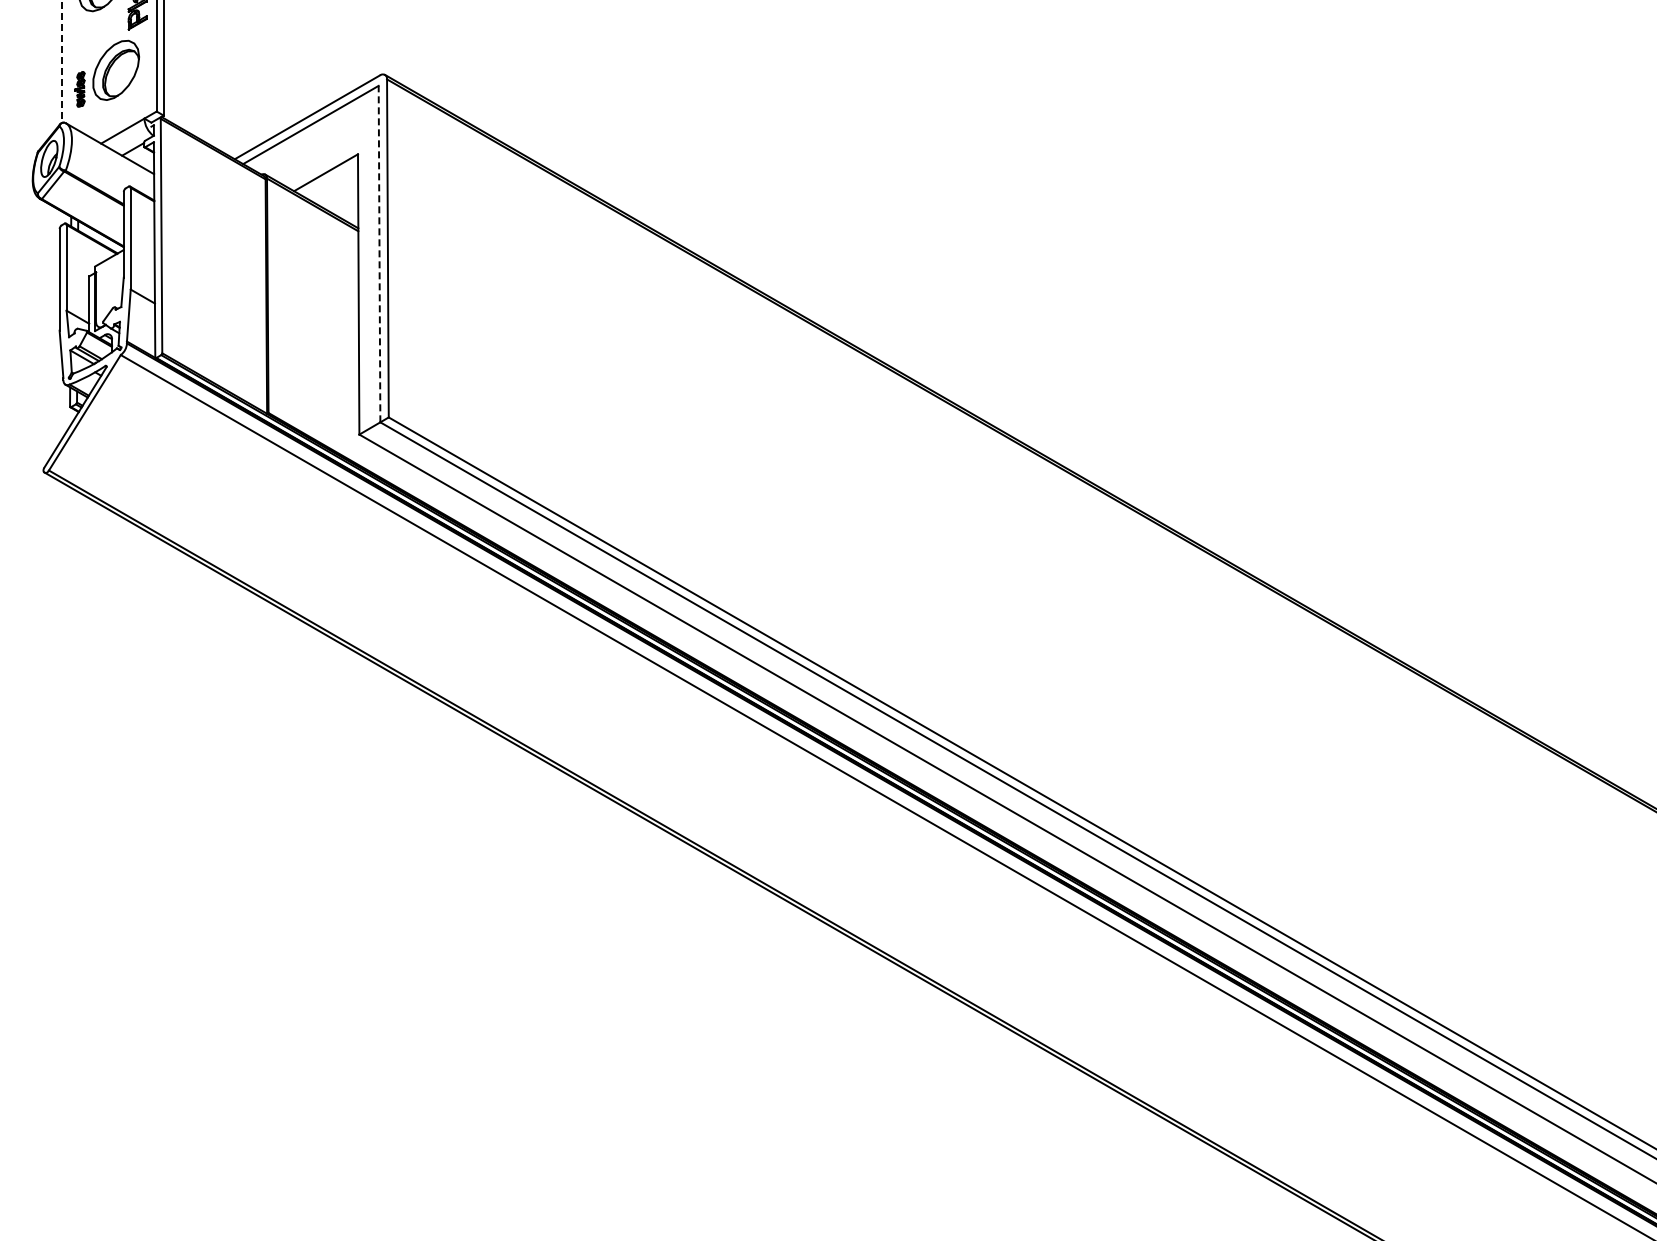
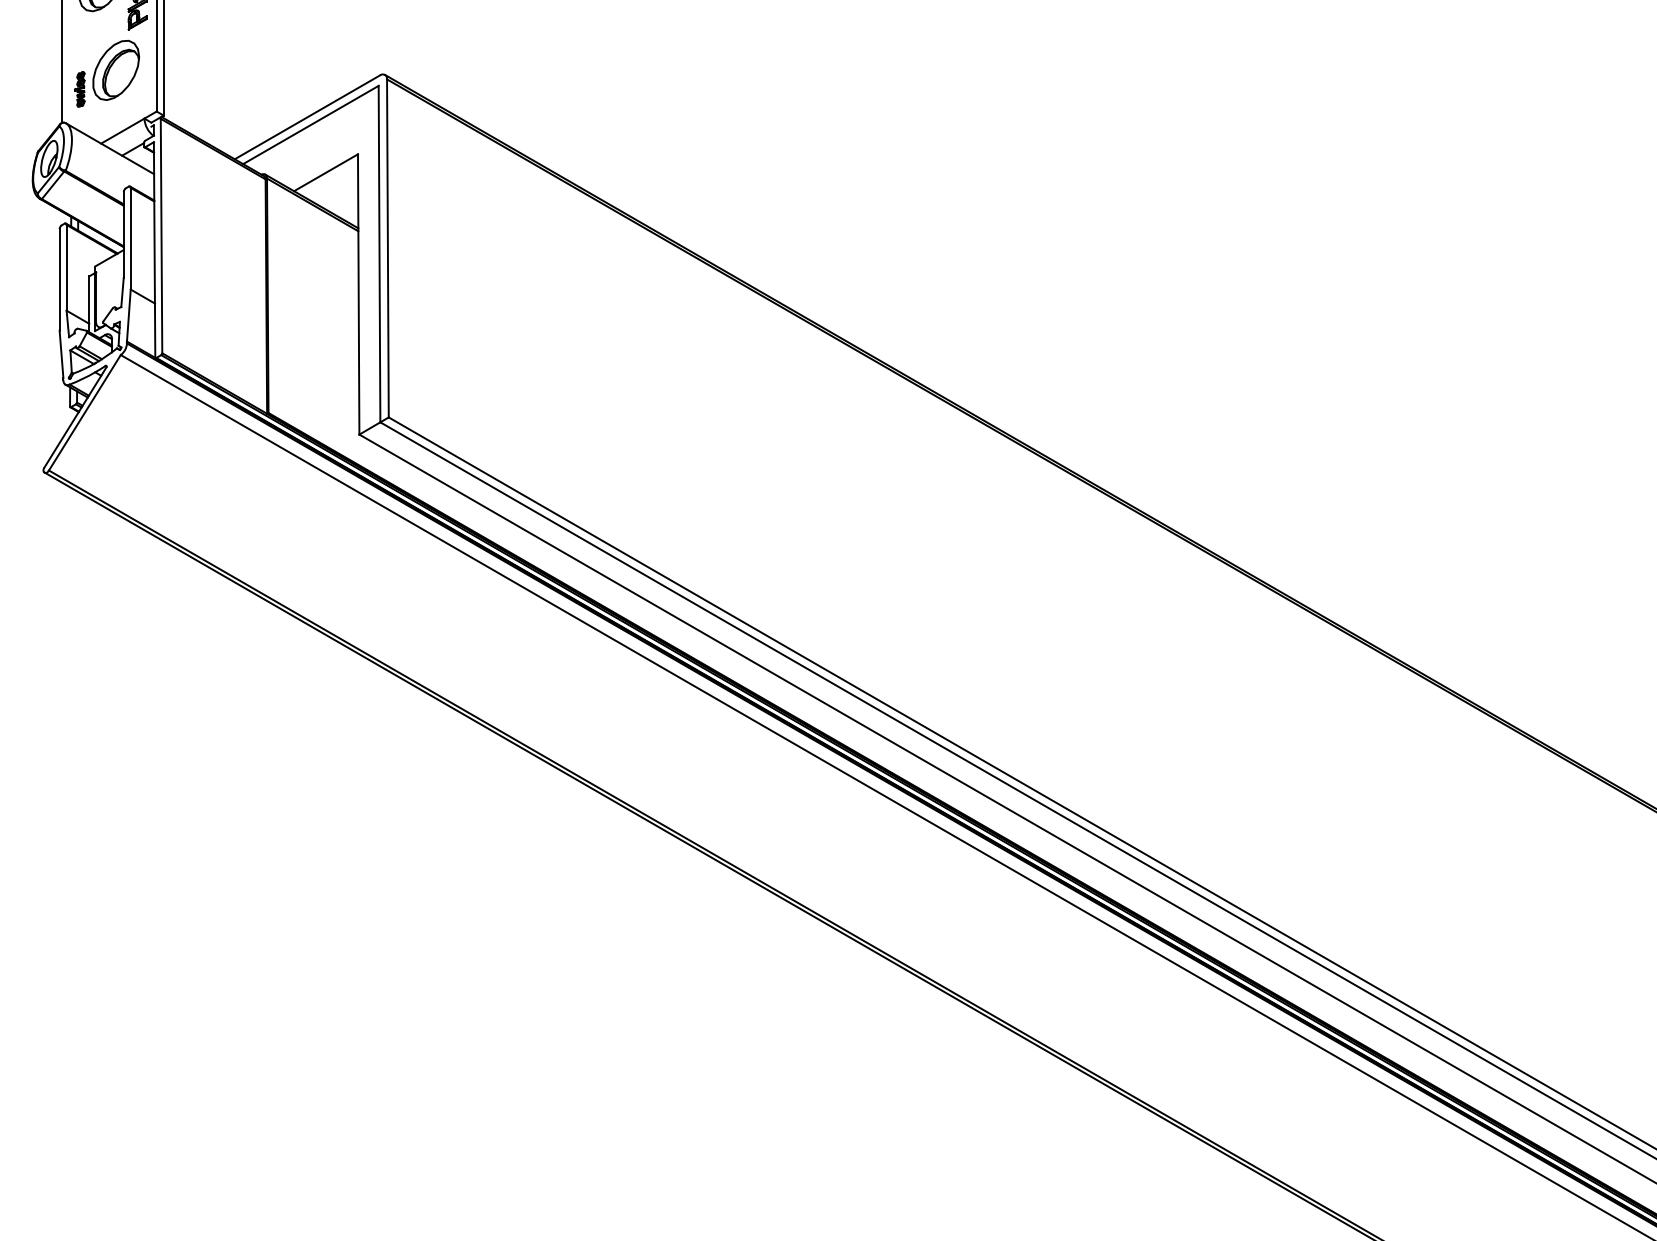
line at (61, 62): dashed -> solid
line at (379, 253): dashed -> solid
